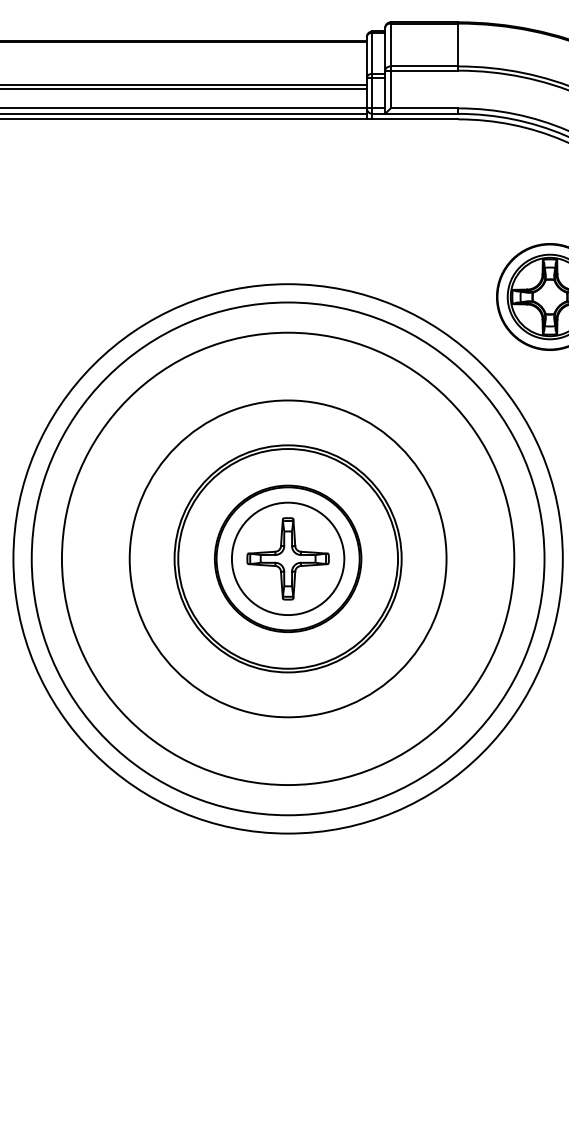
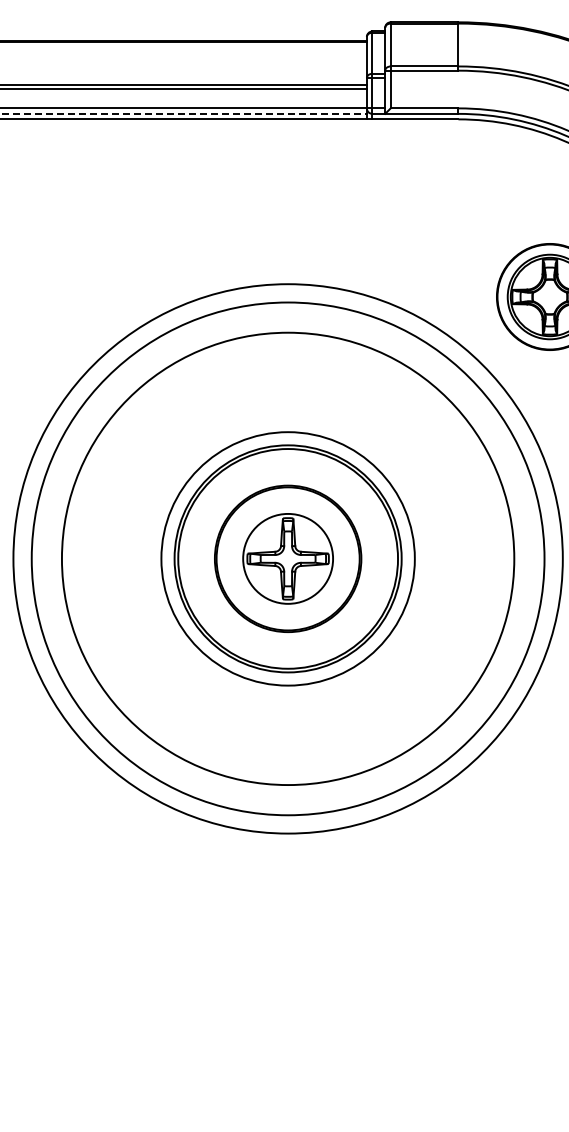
line at (183, 113): solid -> dashed
circle at (287, 558) diameter: 112 px -> 90 px
circle at (287, 558) diameter: 317 px -> 253 px
